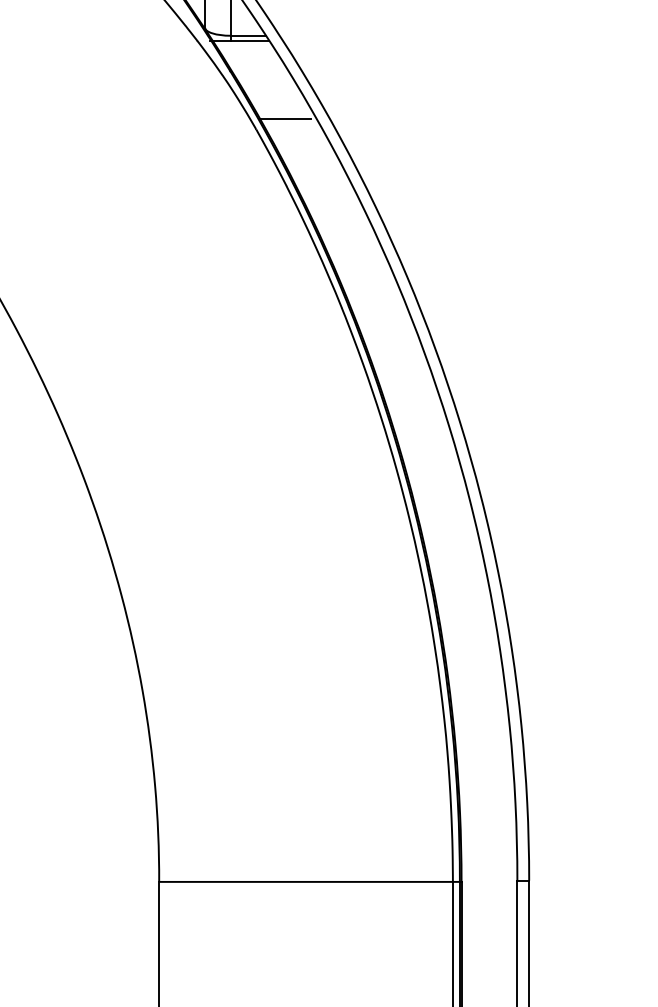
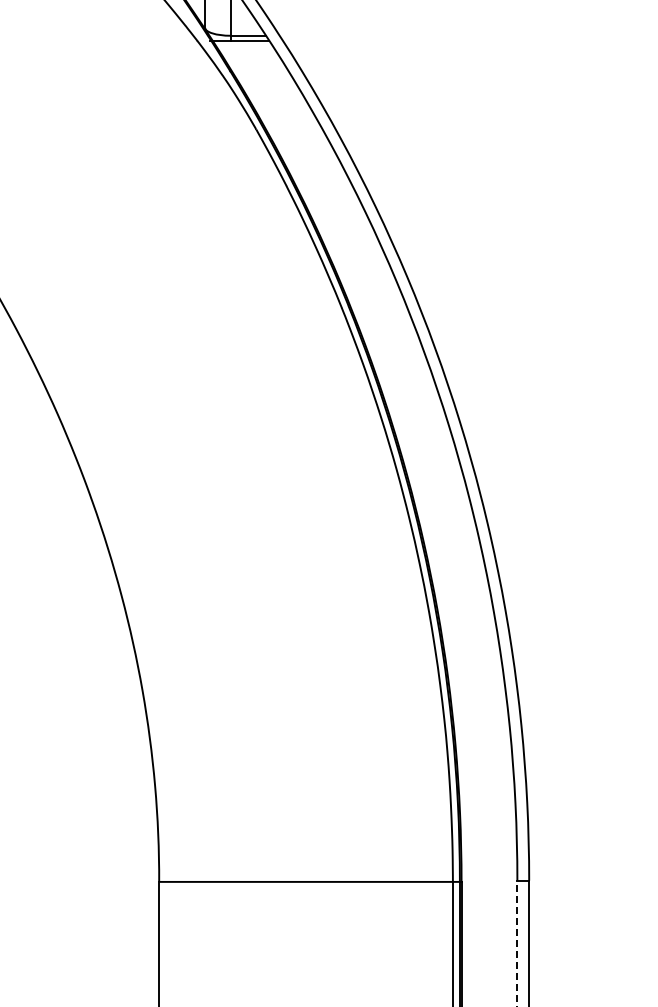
line at (285, 118): present -> none
line at (517, 943): solid -> dashed
